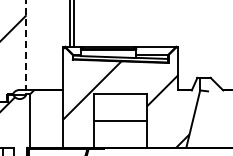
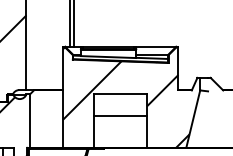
line at (26, 45): dashed -> solid
line at (120, 121) position: (120, 121) -> (120, 116)
